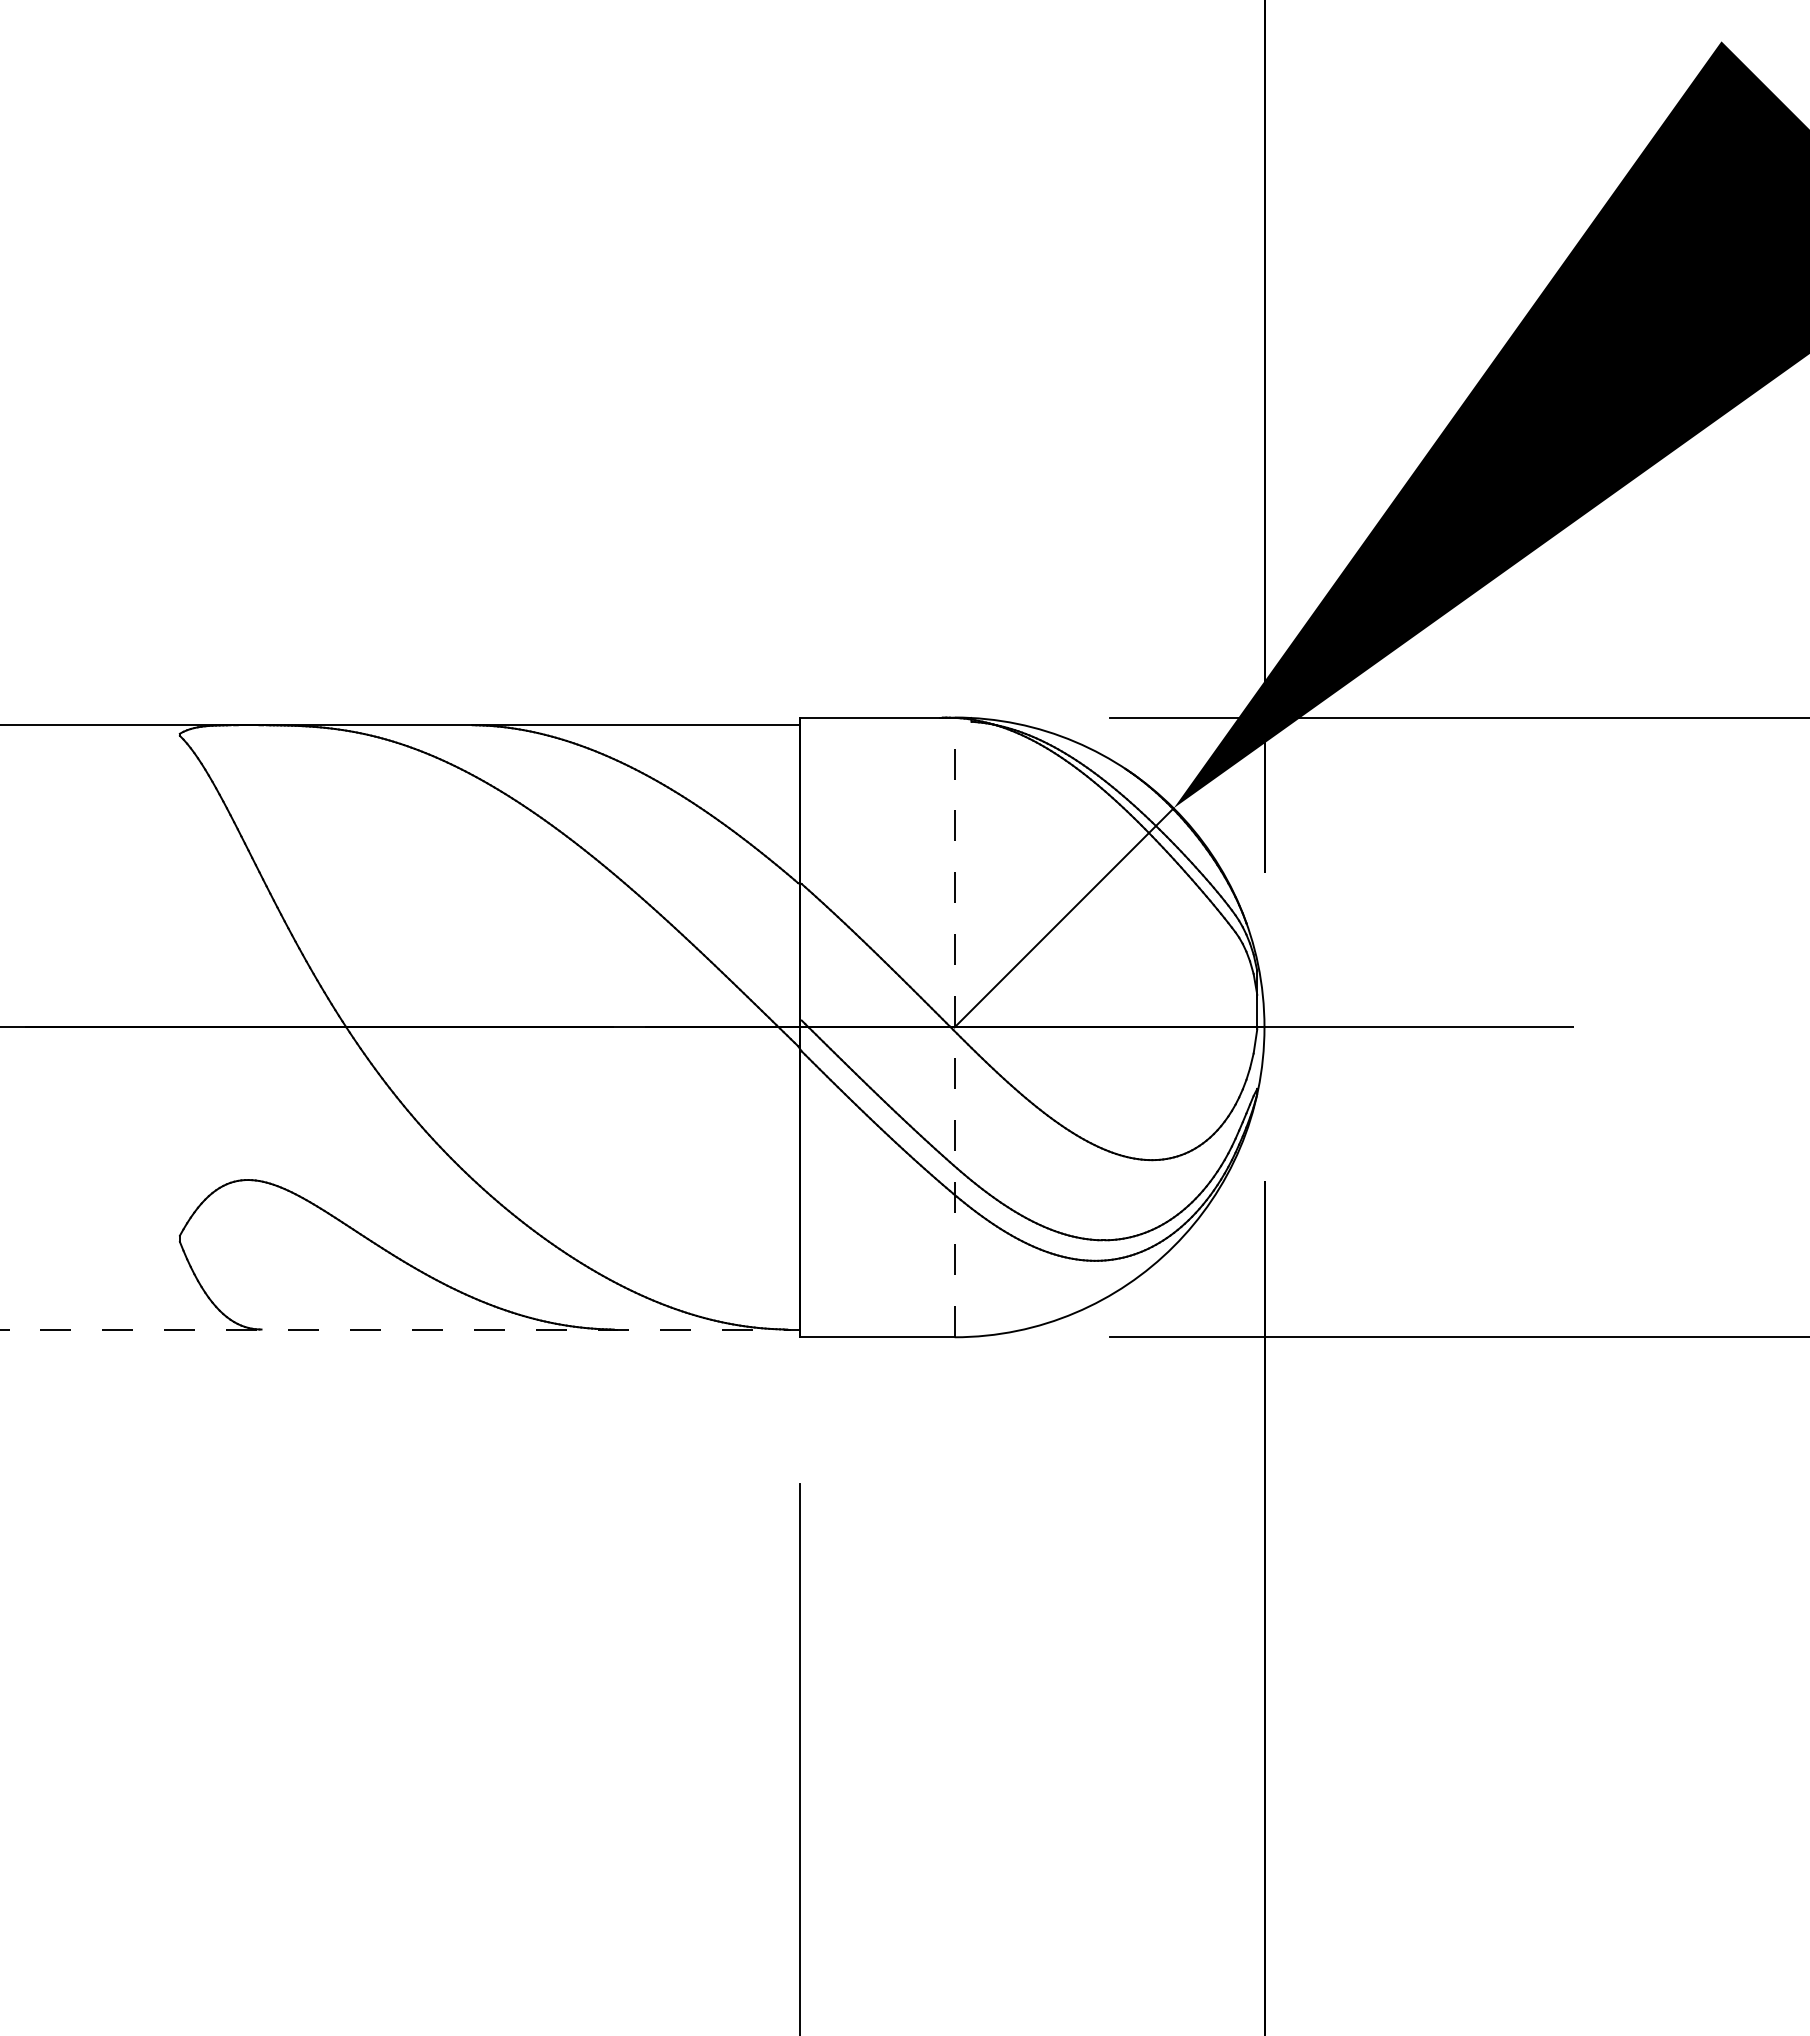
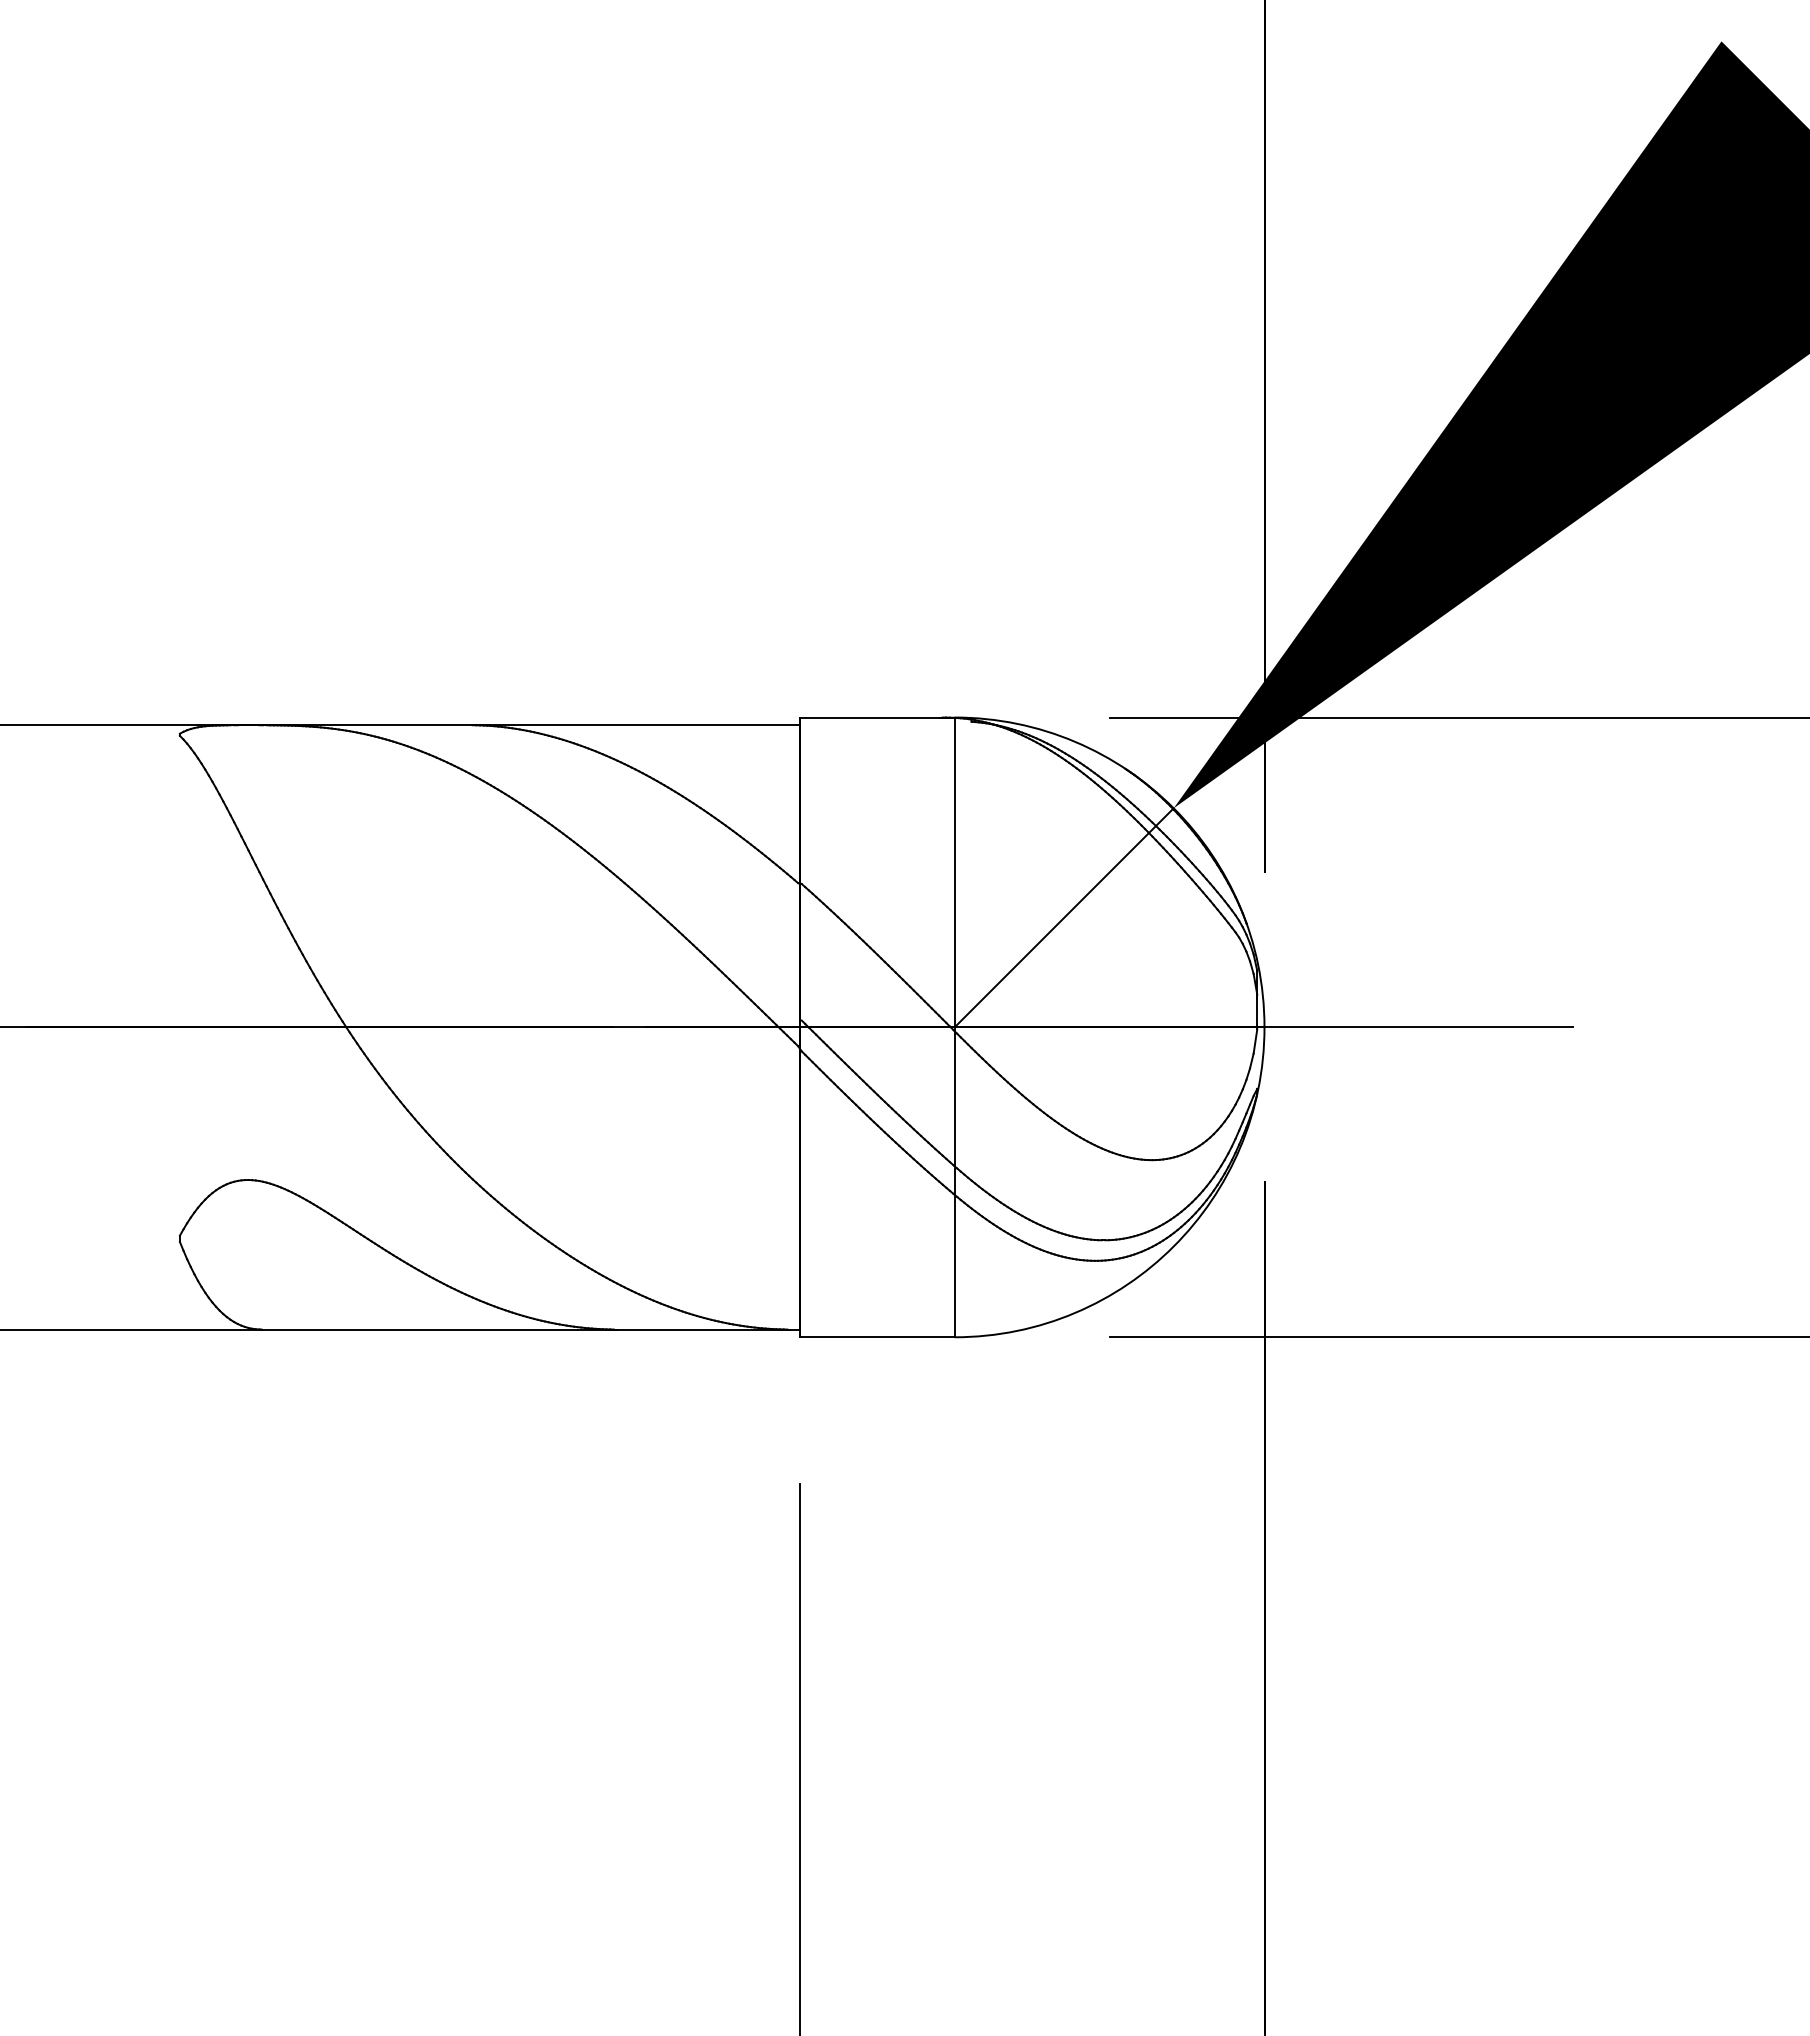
line at (954, 1027): dashed -> solid
line at (400, 1329): dashed -> solid
